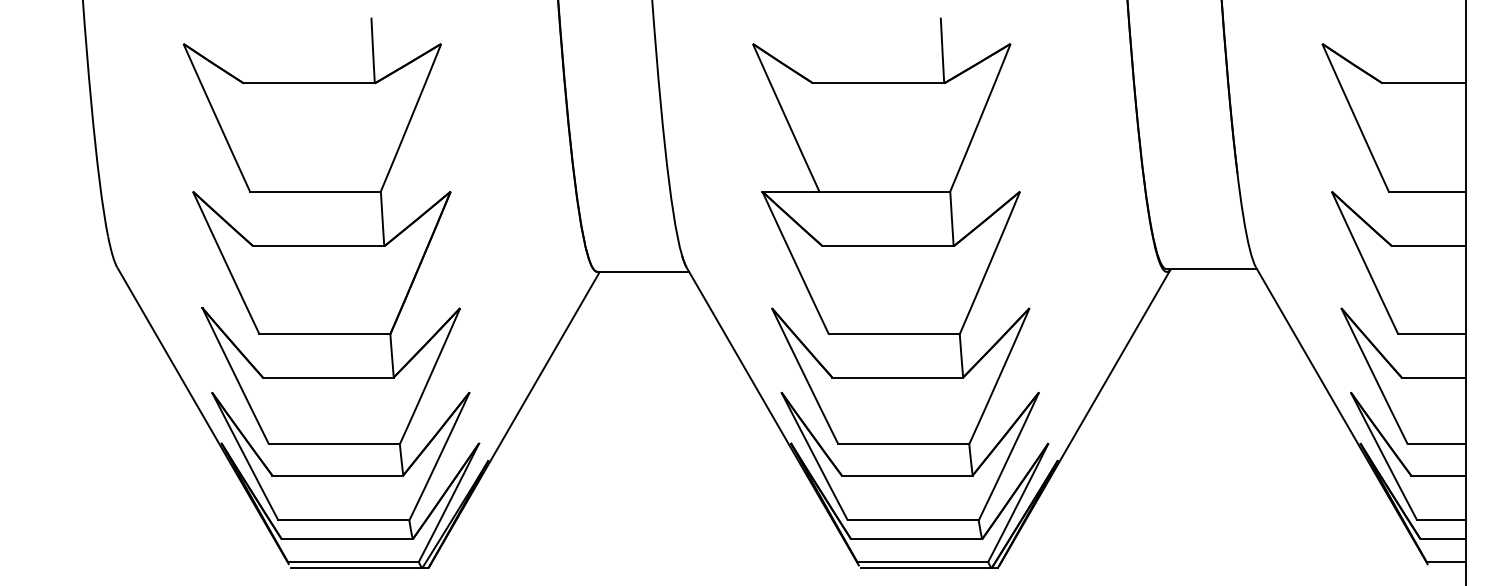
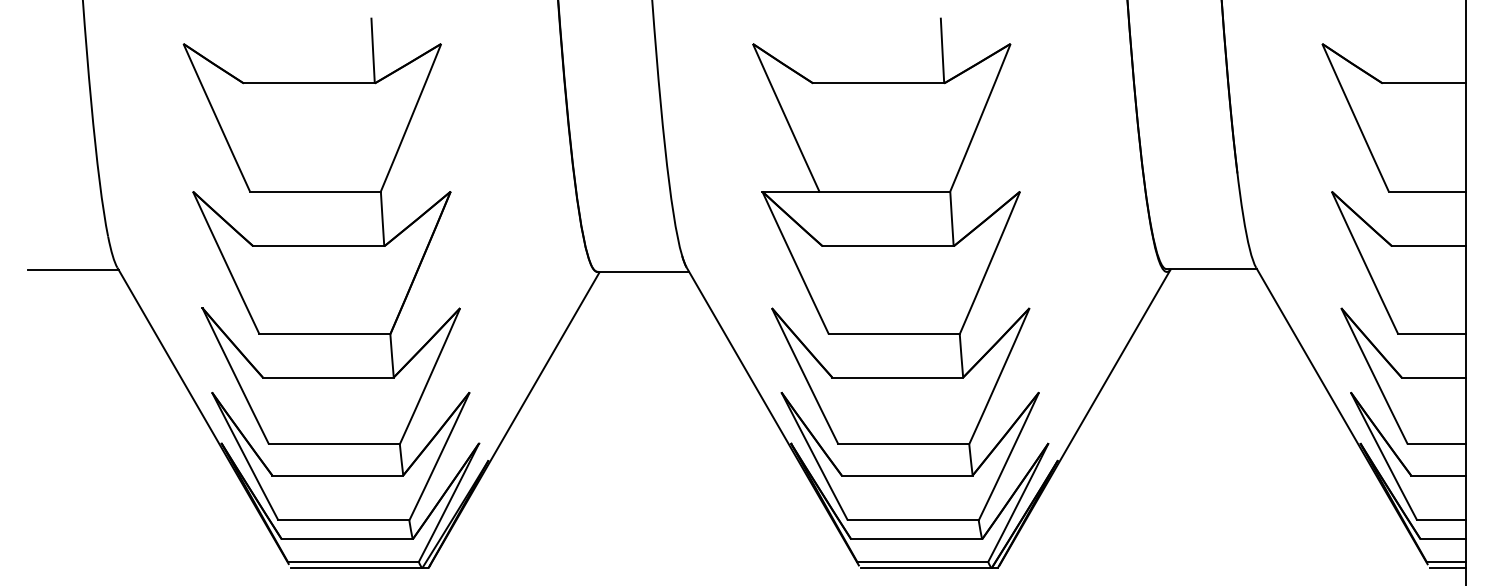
line at (73, 270): none -> present
line at (1447, 568): none -> present
